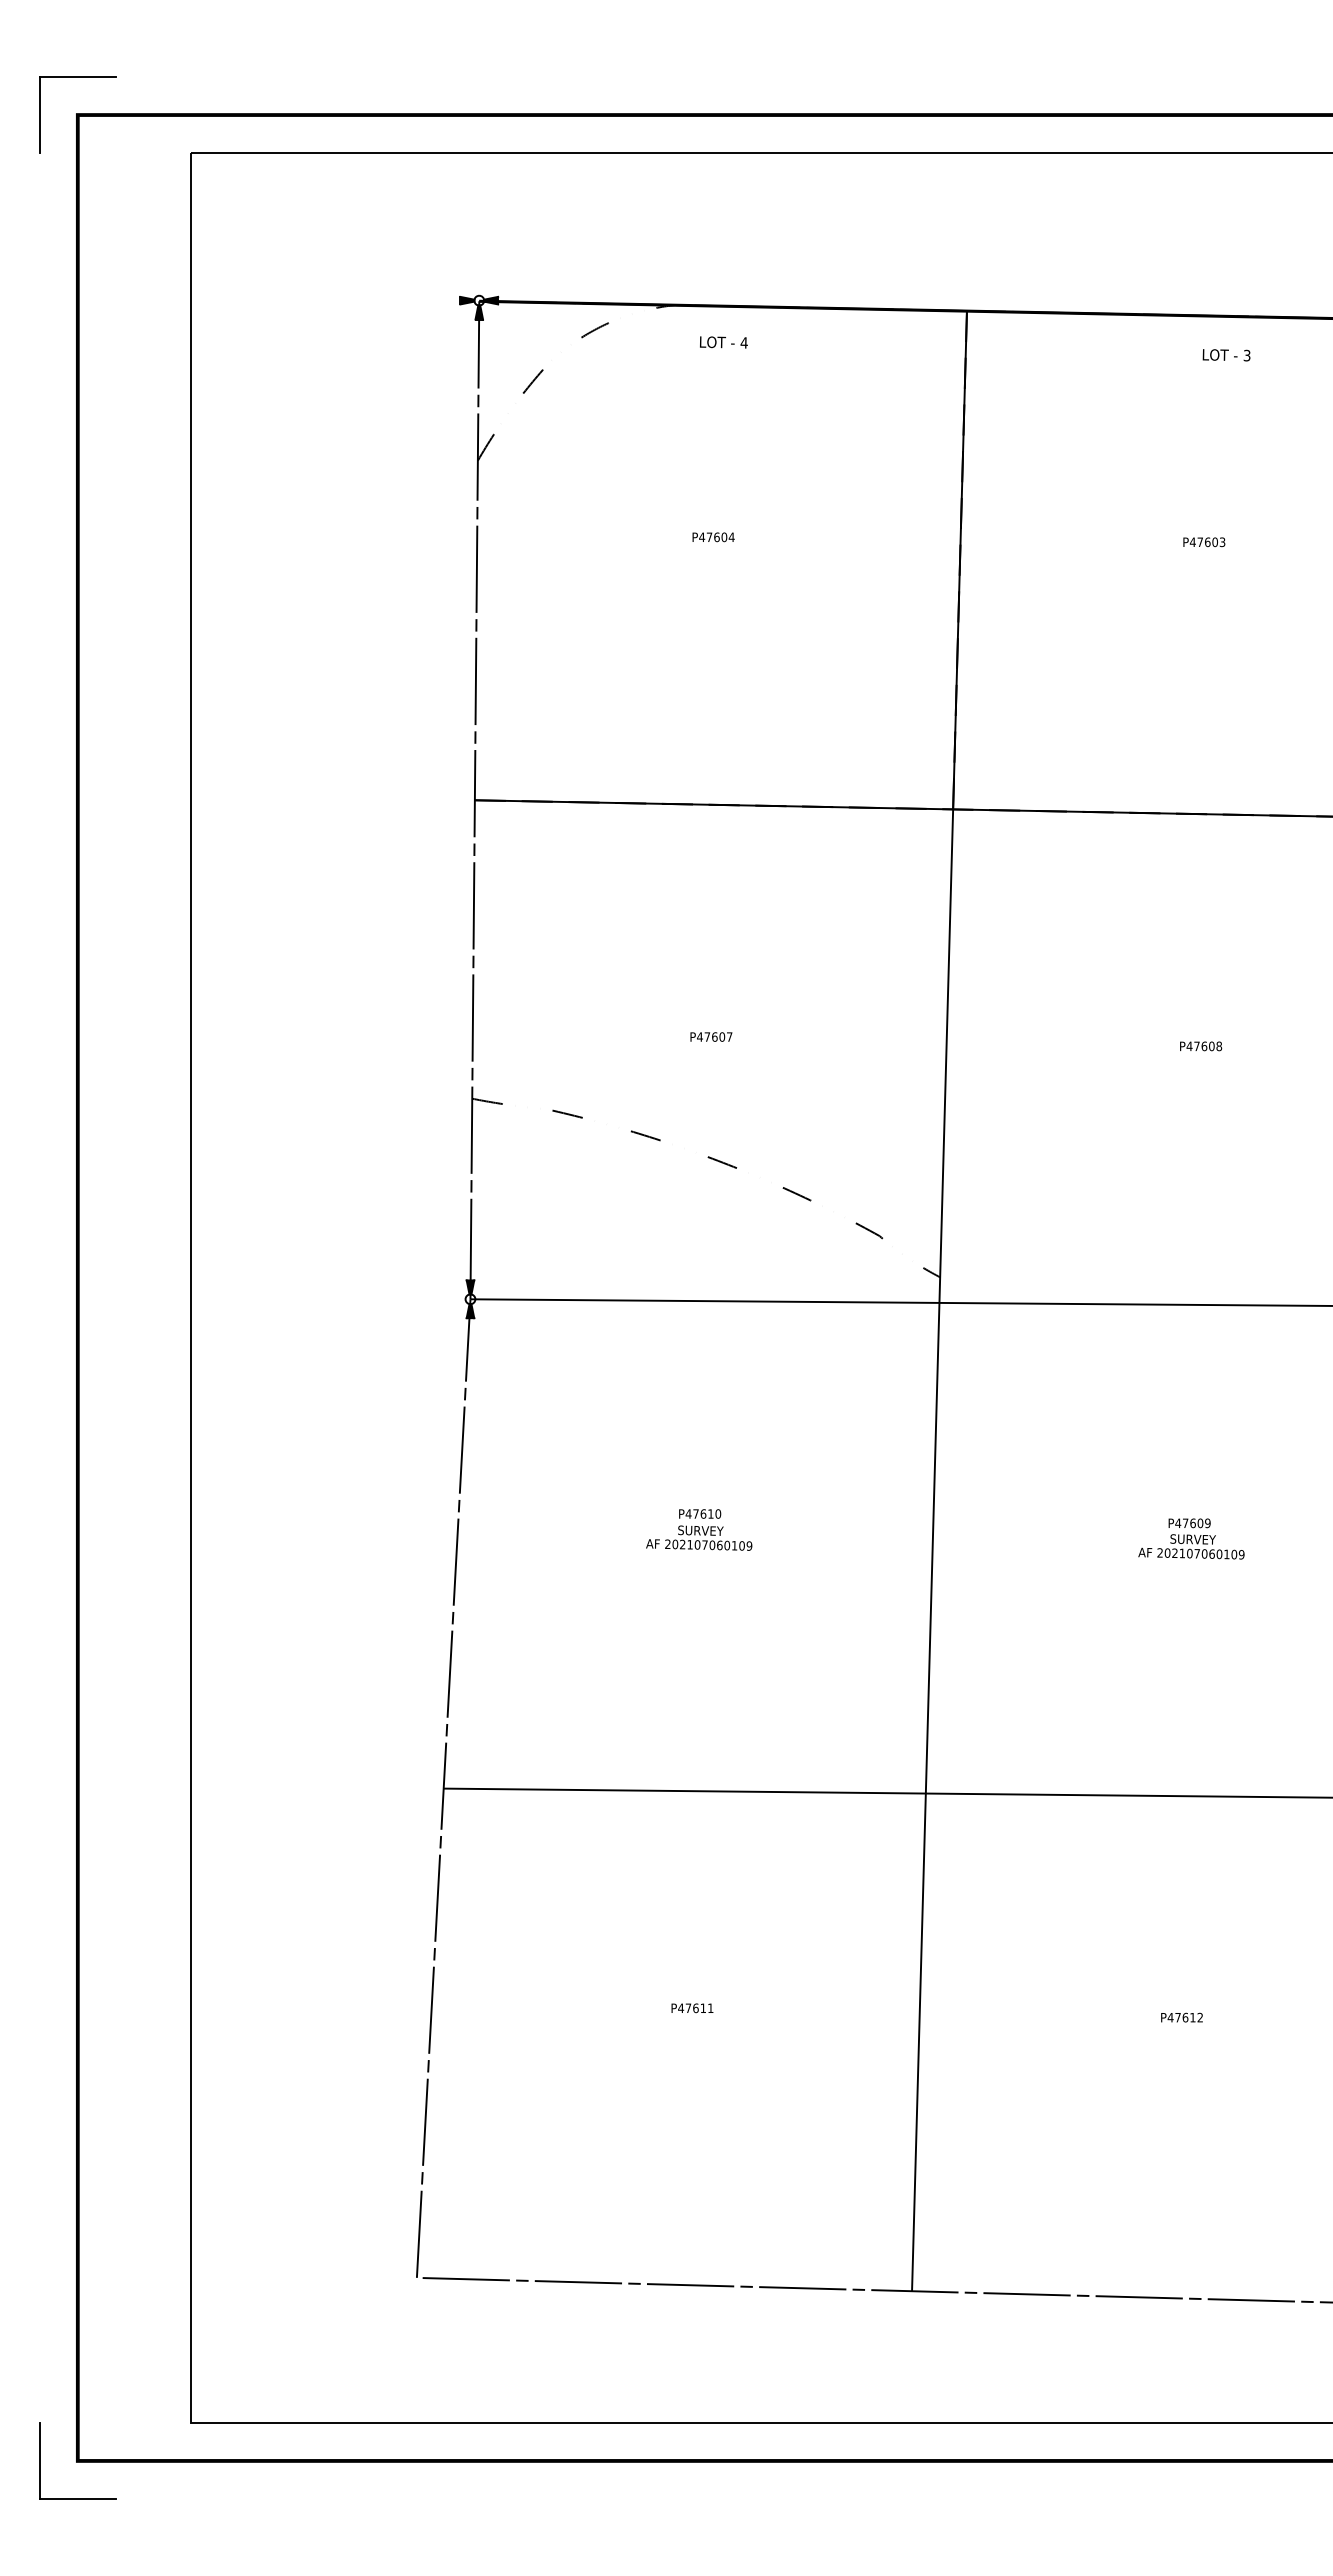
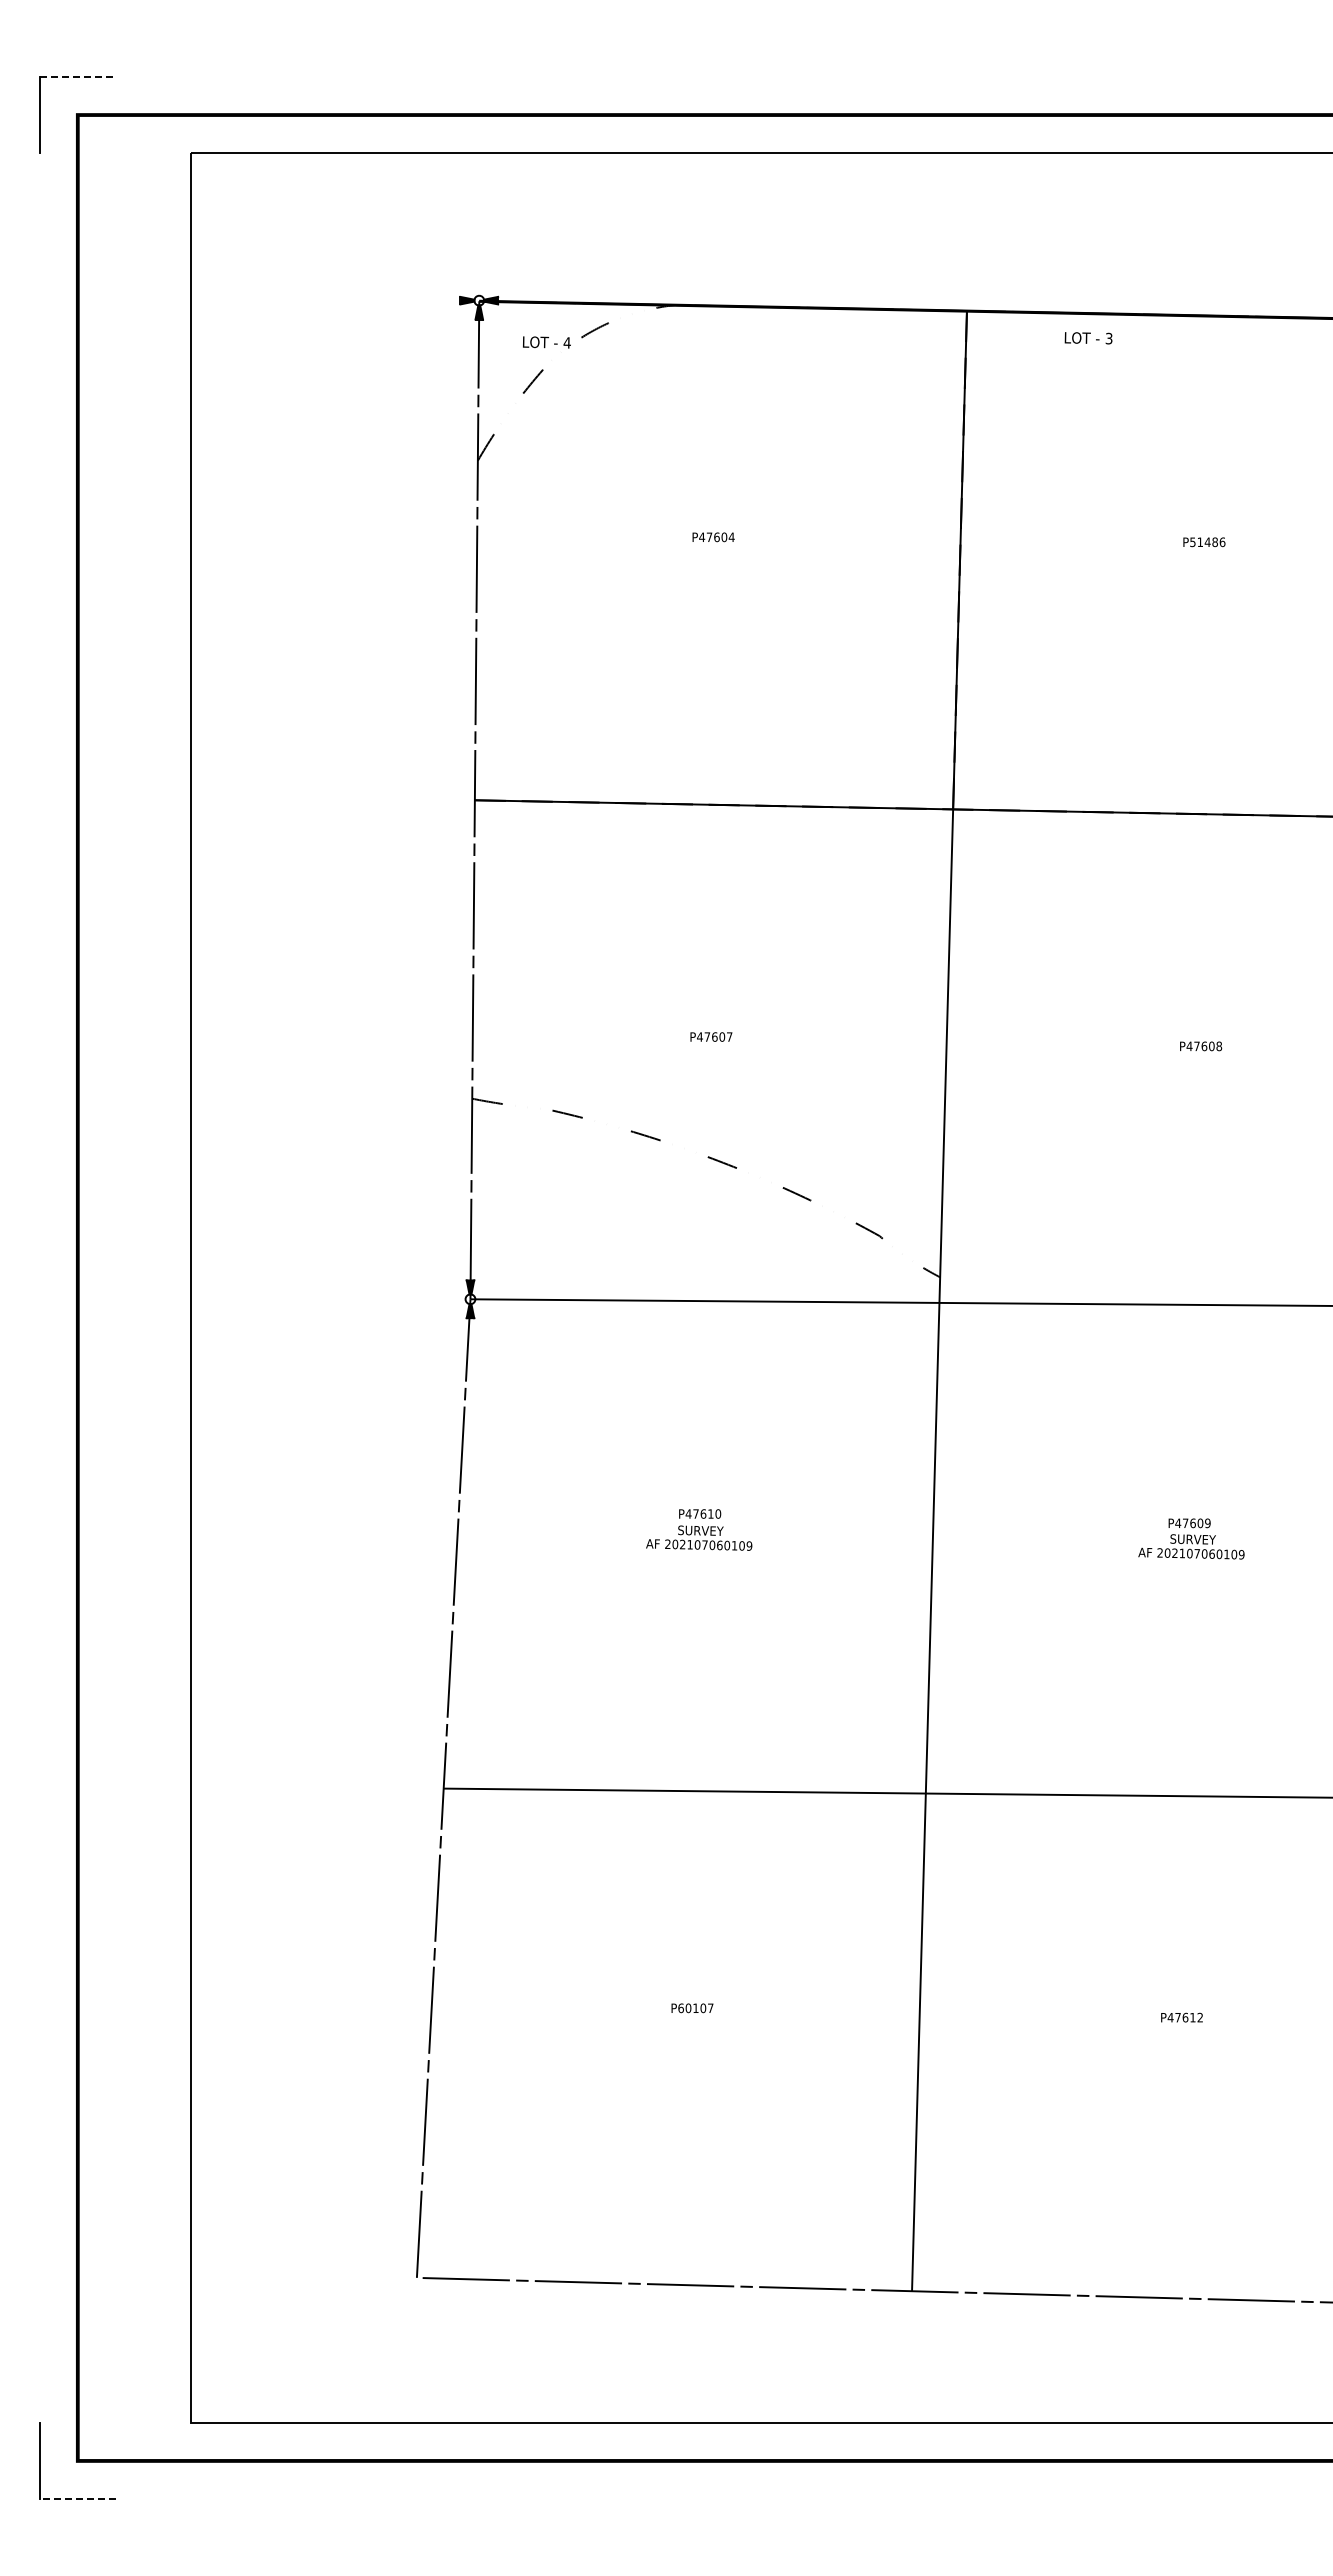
line at (77, 77): solid -> dashed
text at (723, 342) position: (723, 342) -> (546, 342)
text at (1226, 355) position: (1226, 355) -> (1088, 338)
text at (1207, 542): P47603 -> P51486
text at (695, 2008): P47611 -> P60107
line at (77, 2498): solid -> dashed
